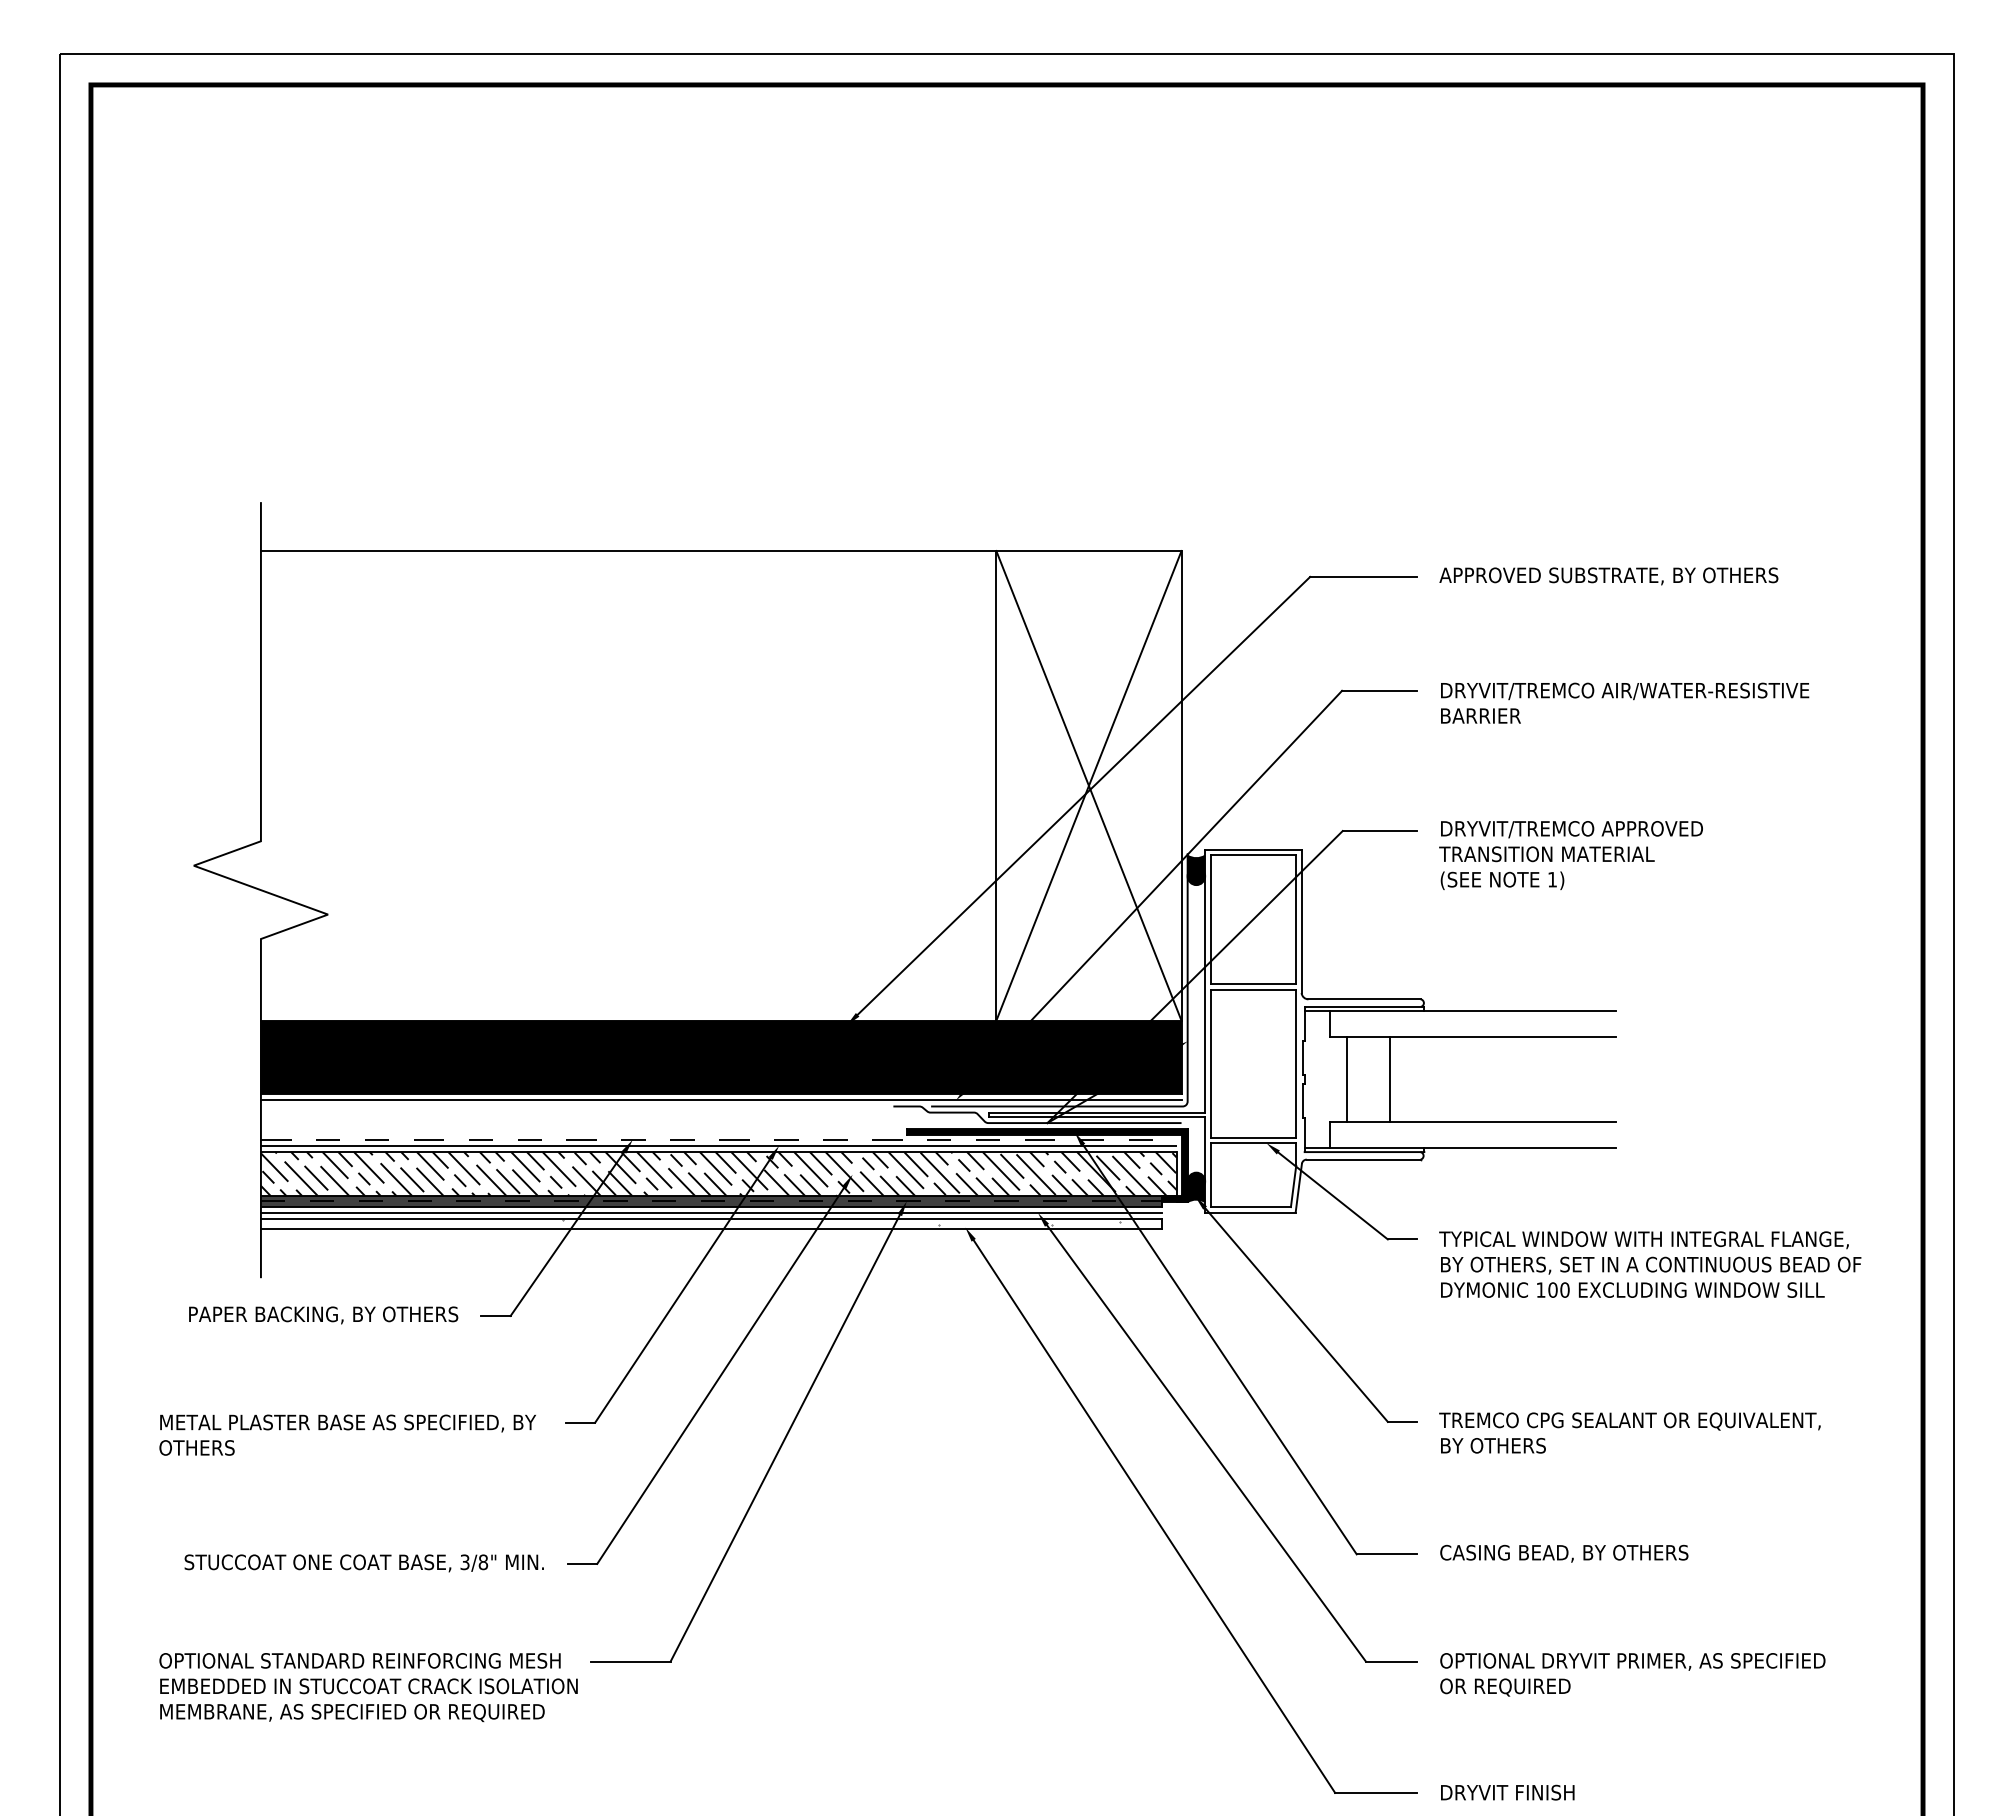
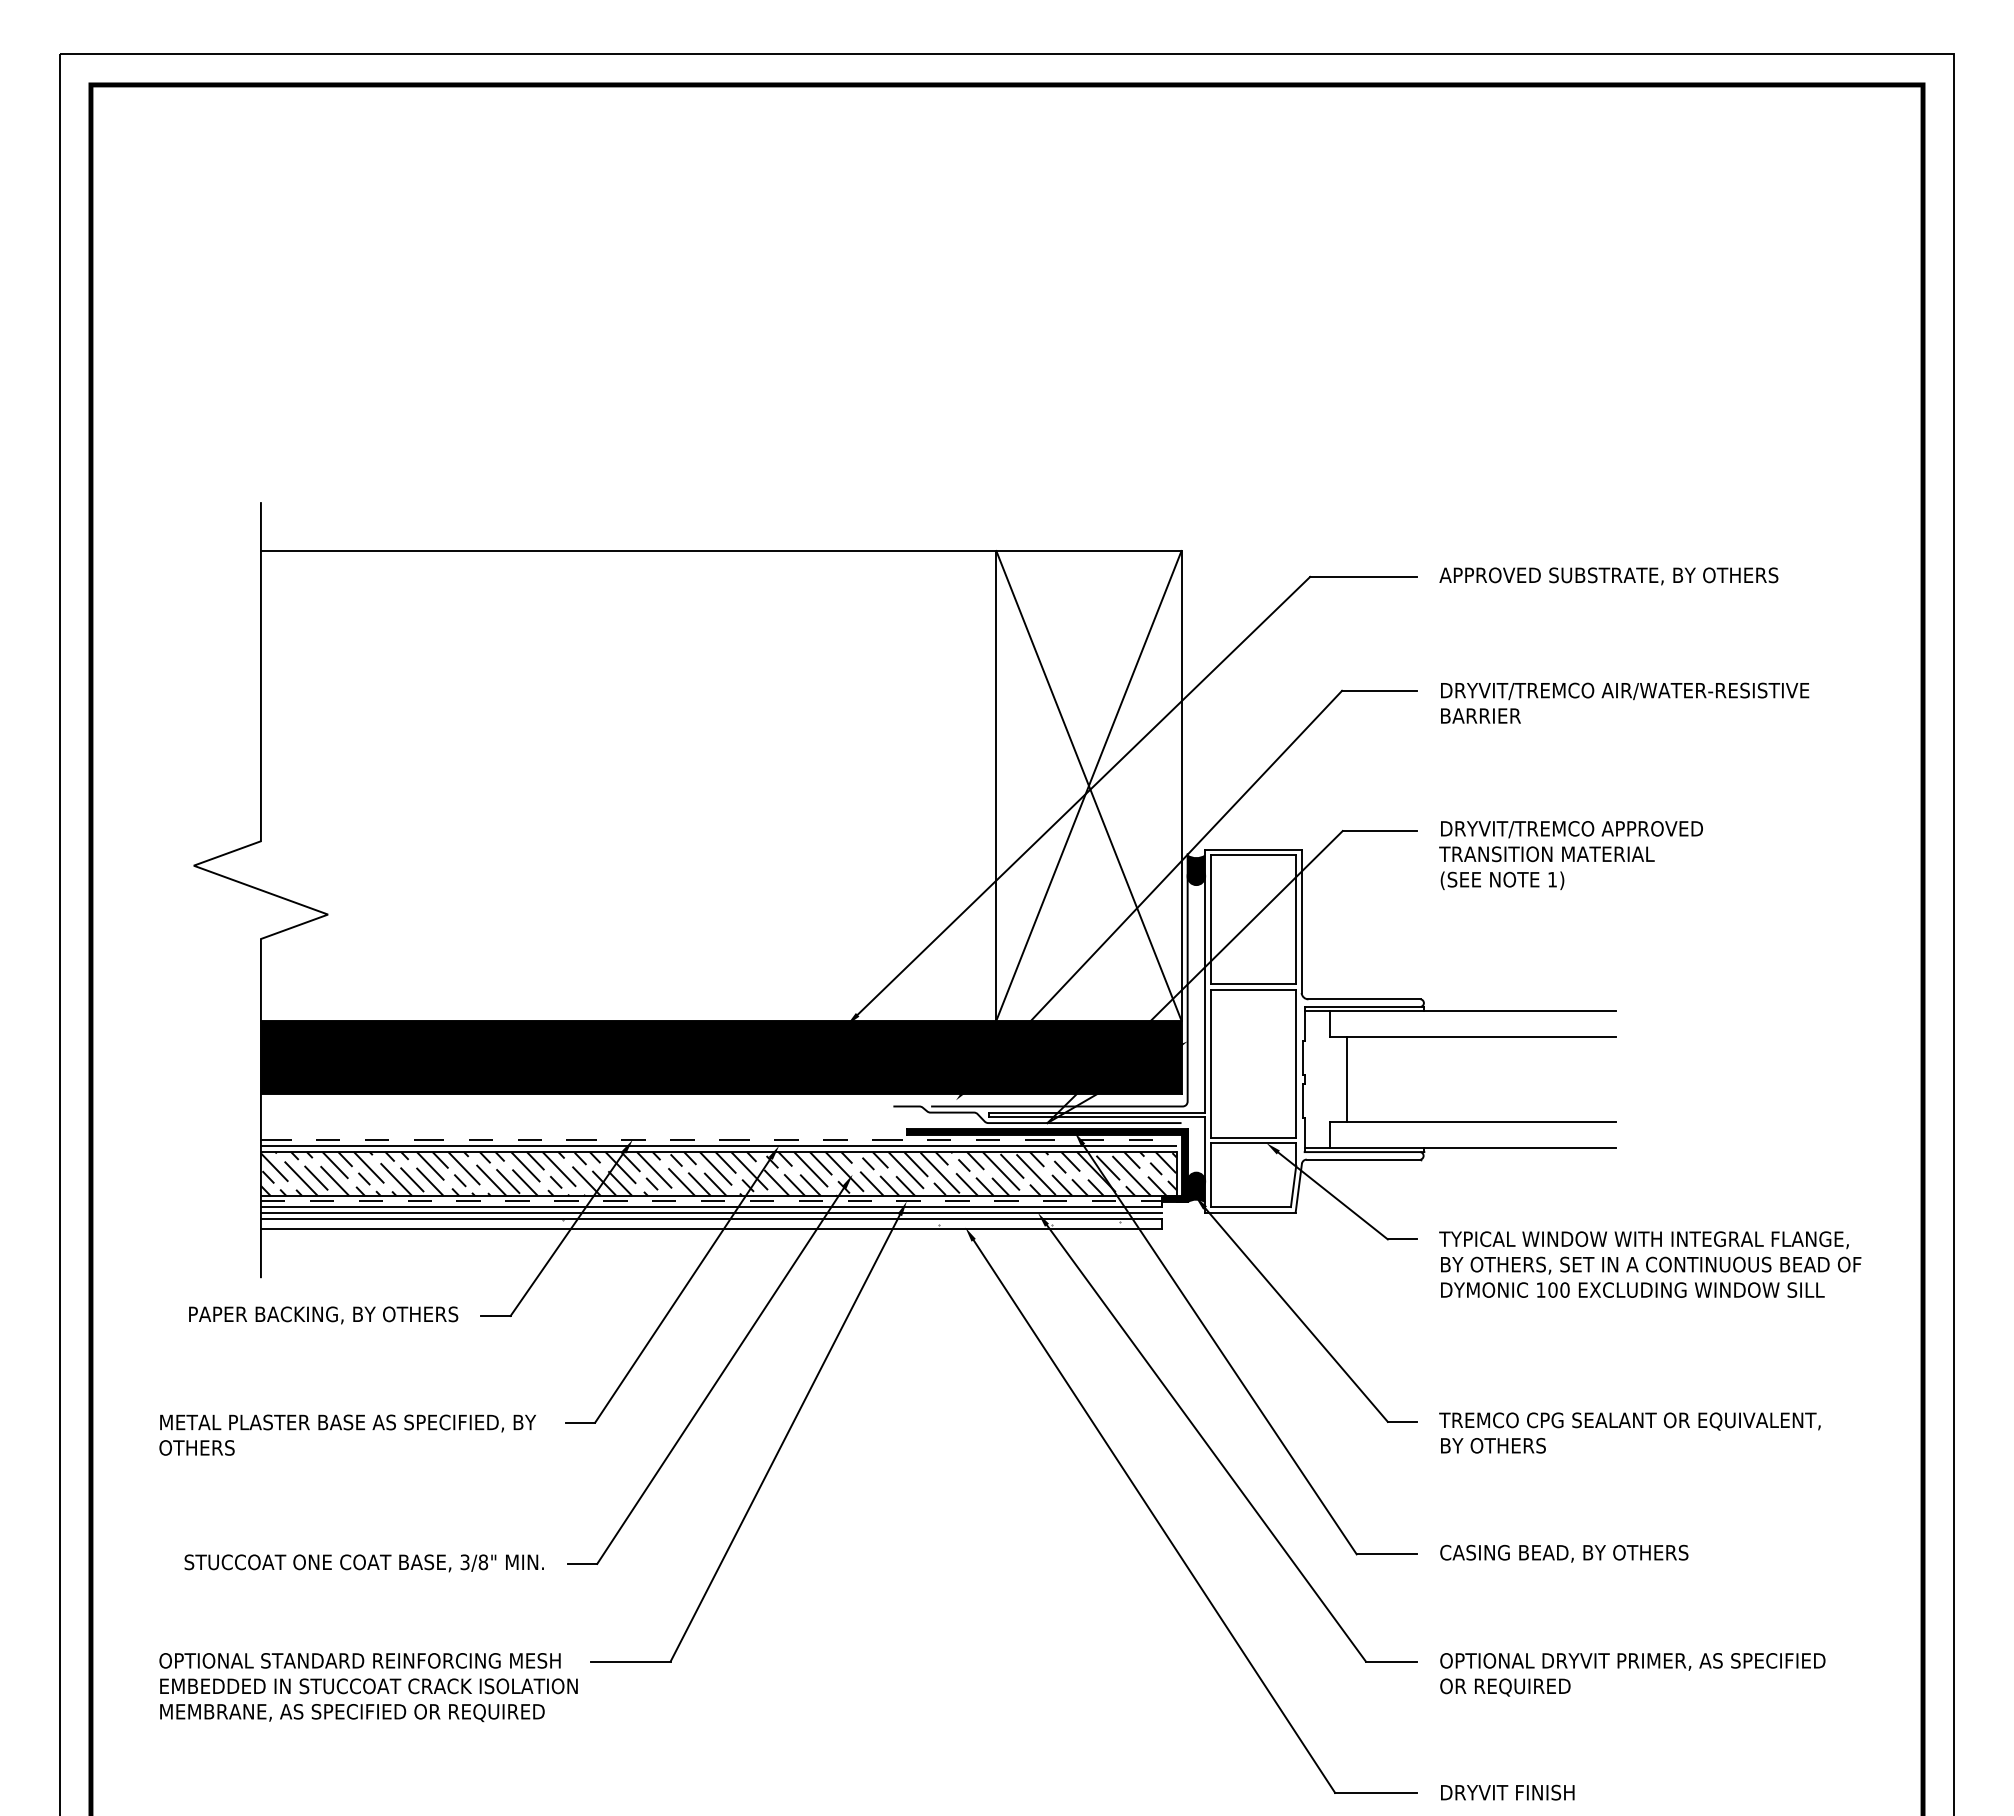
line at (1390, 1079): present -> none
line at (720, 1100): present -> none
fill at (711, 1201): present -> none
